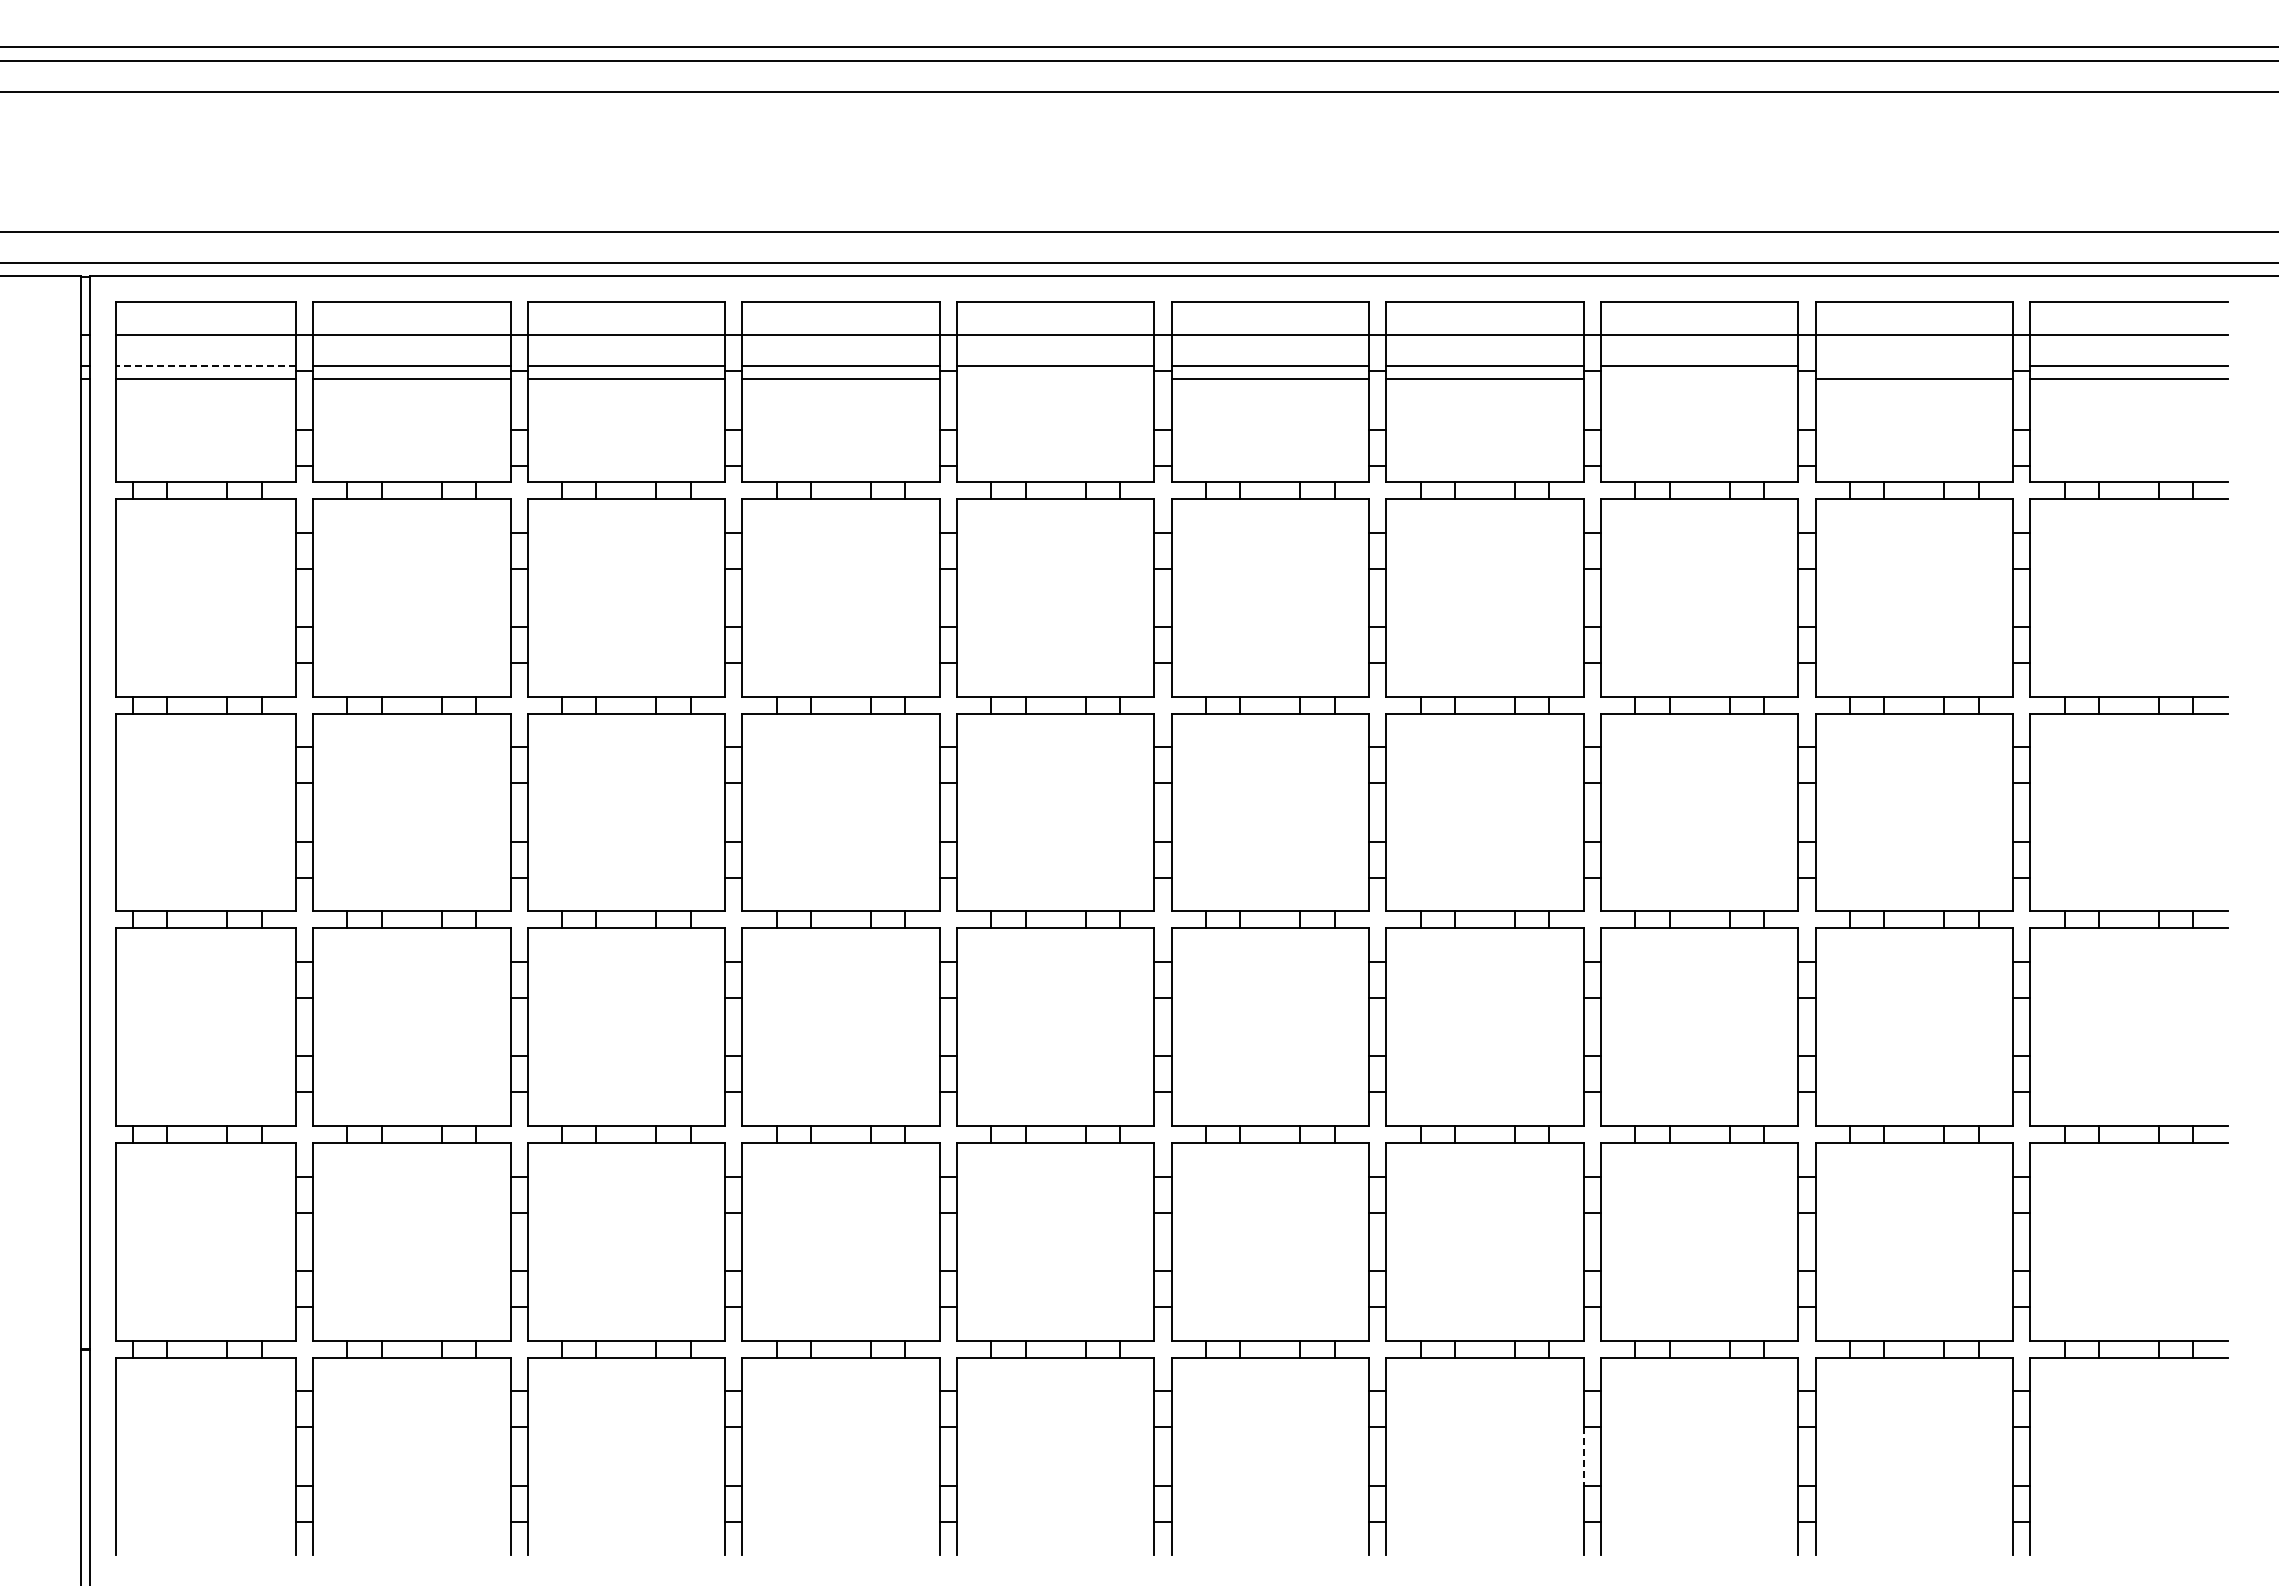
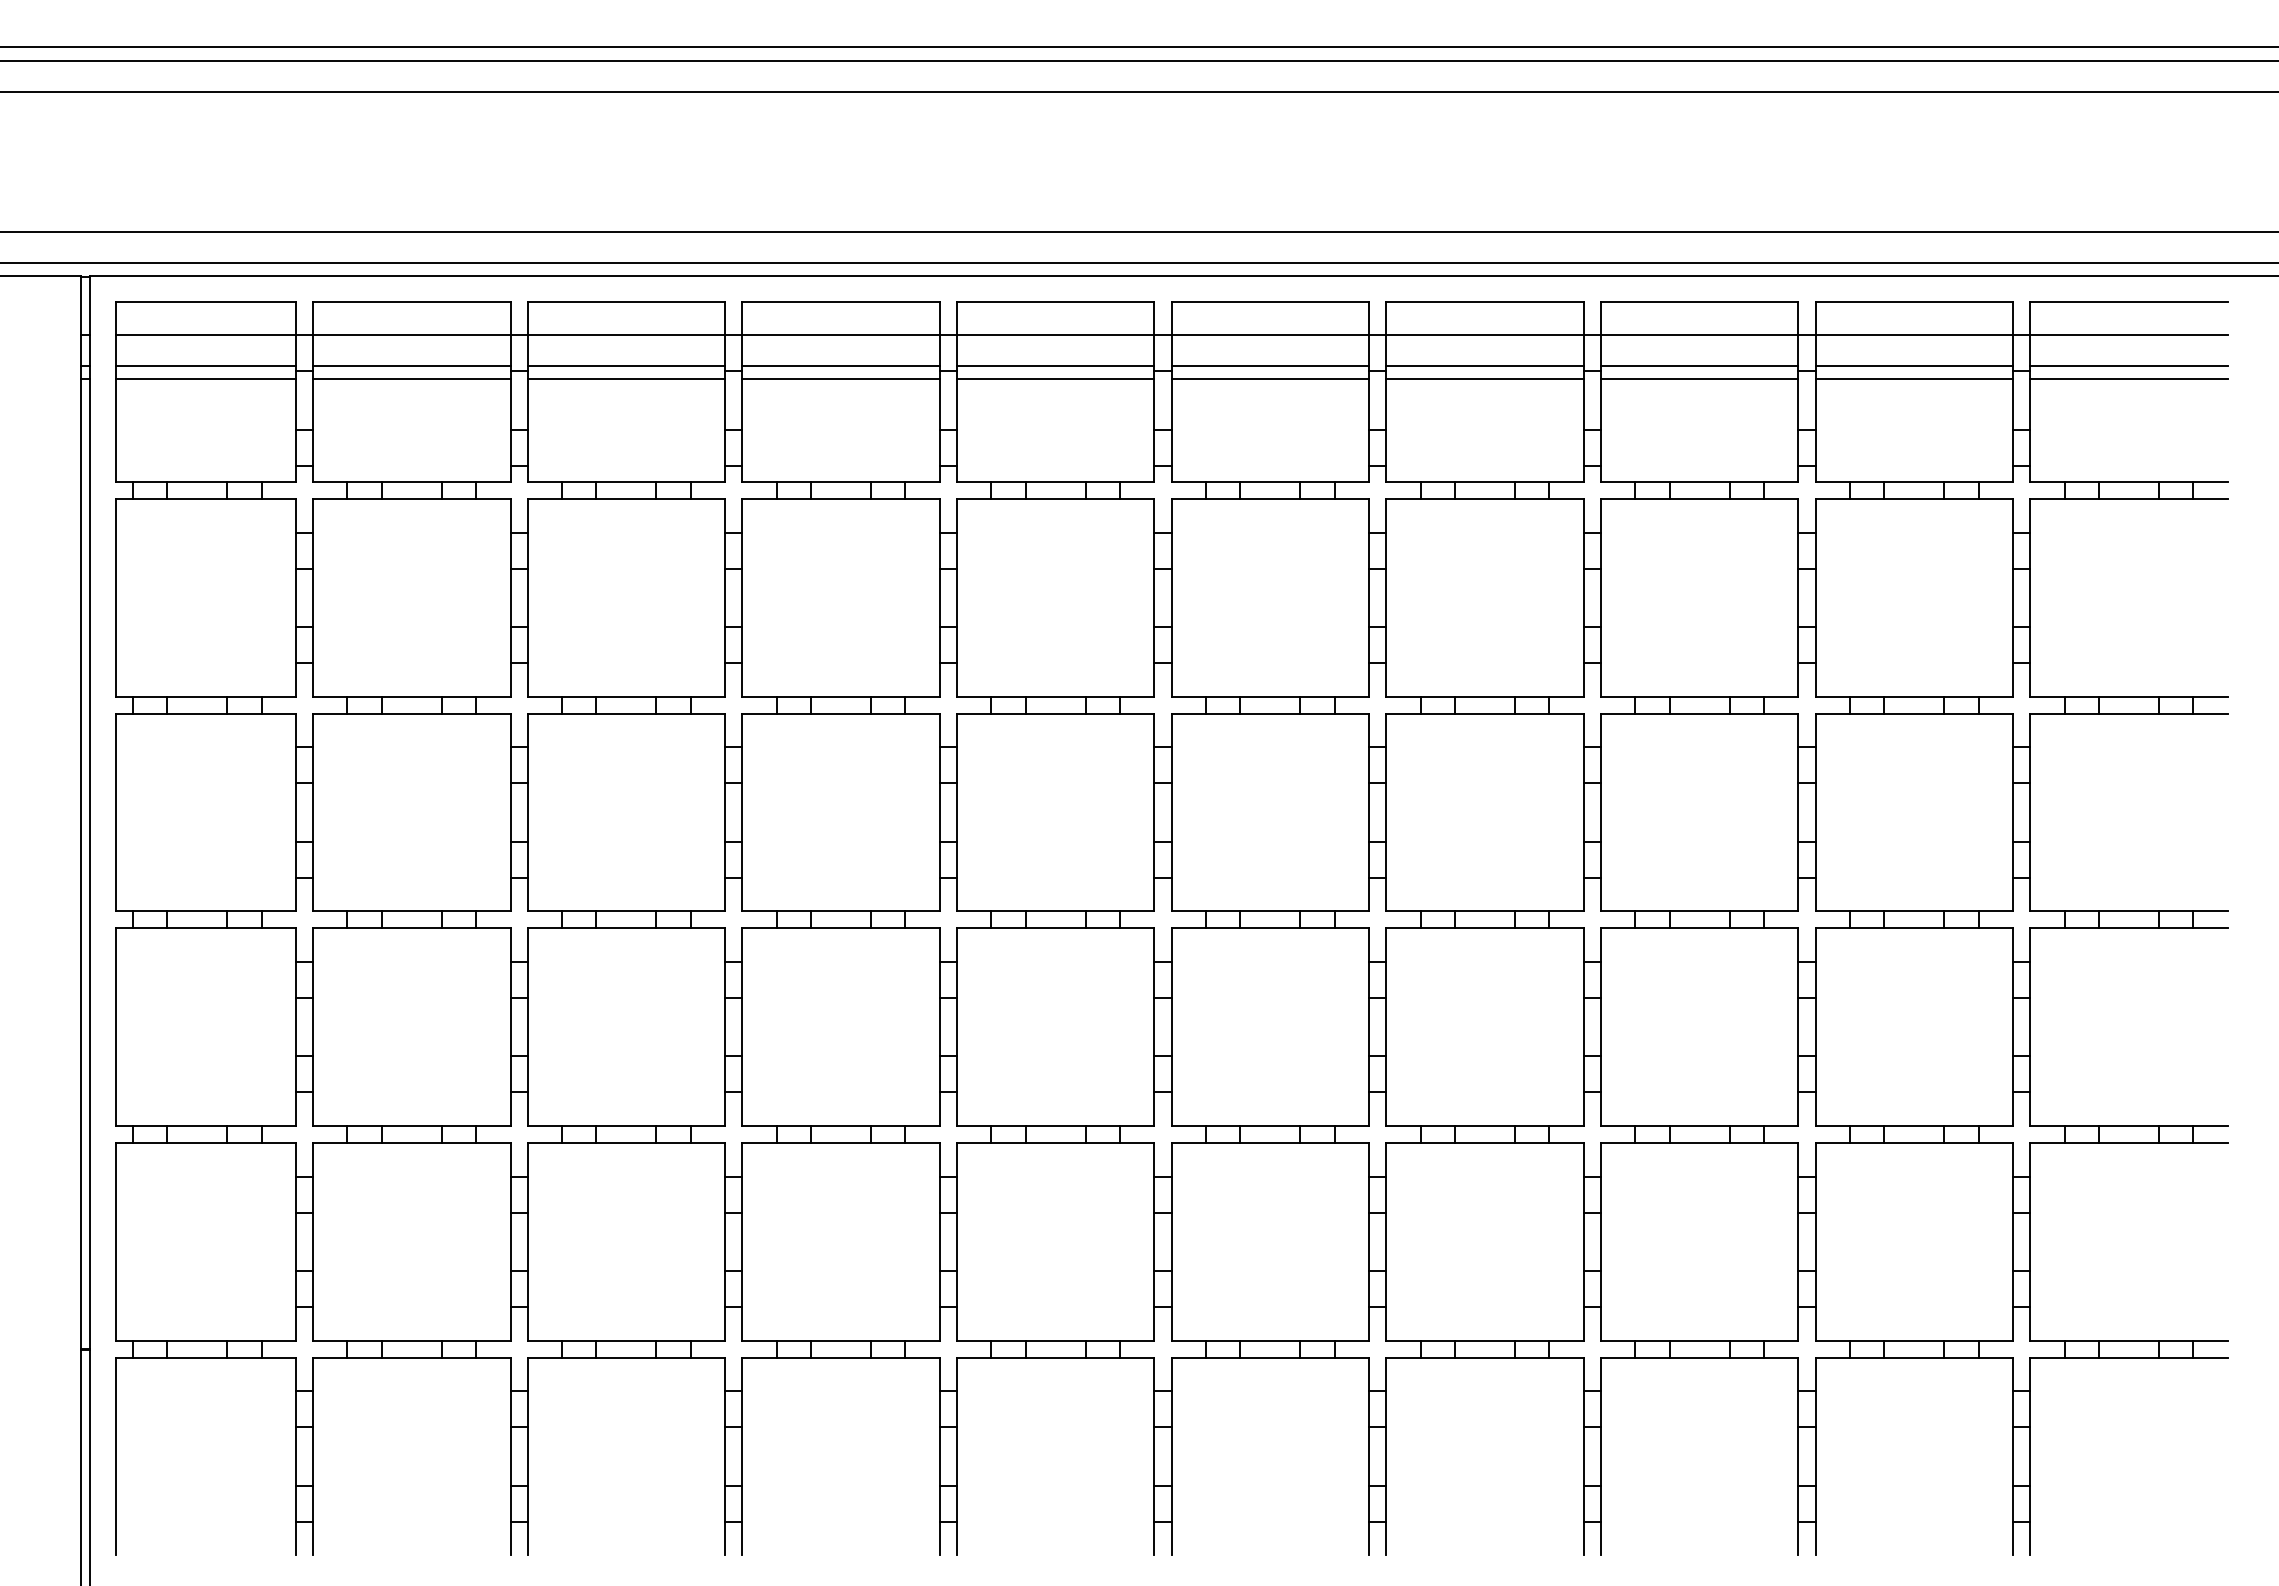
line at (205, 366): dashed -> solid
line at (1914, 366): none -> present
line at (1055, 379): none -> present
line at (1699, 379): none -> present
line at (1583, 1457): dashed -> solid
